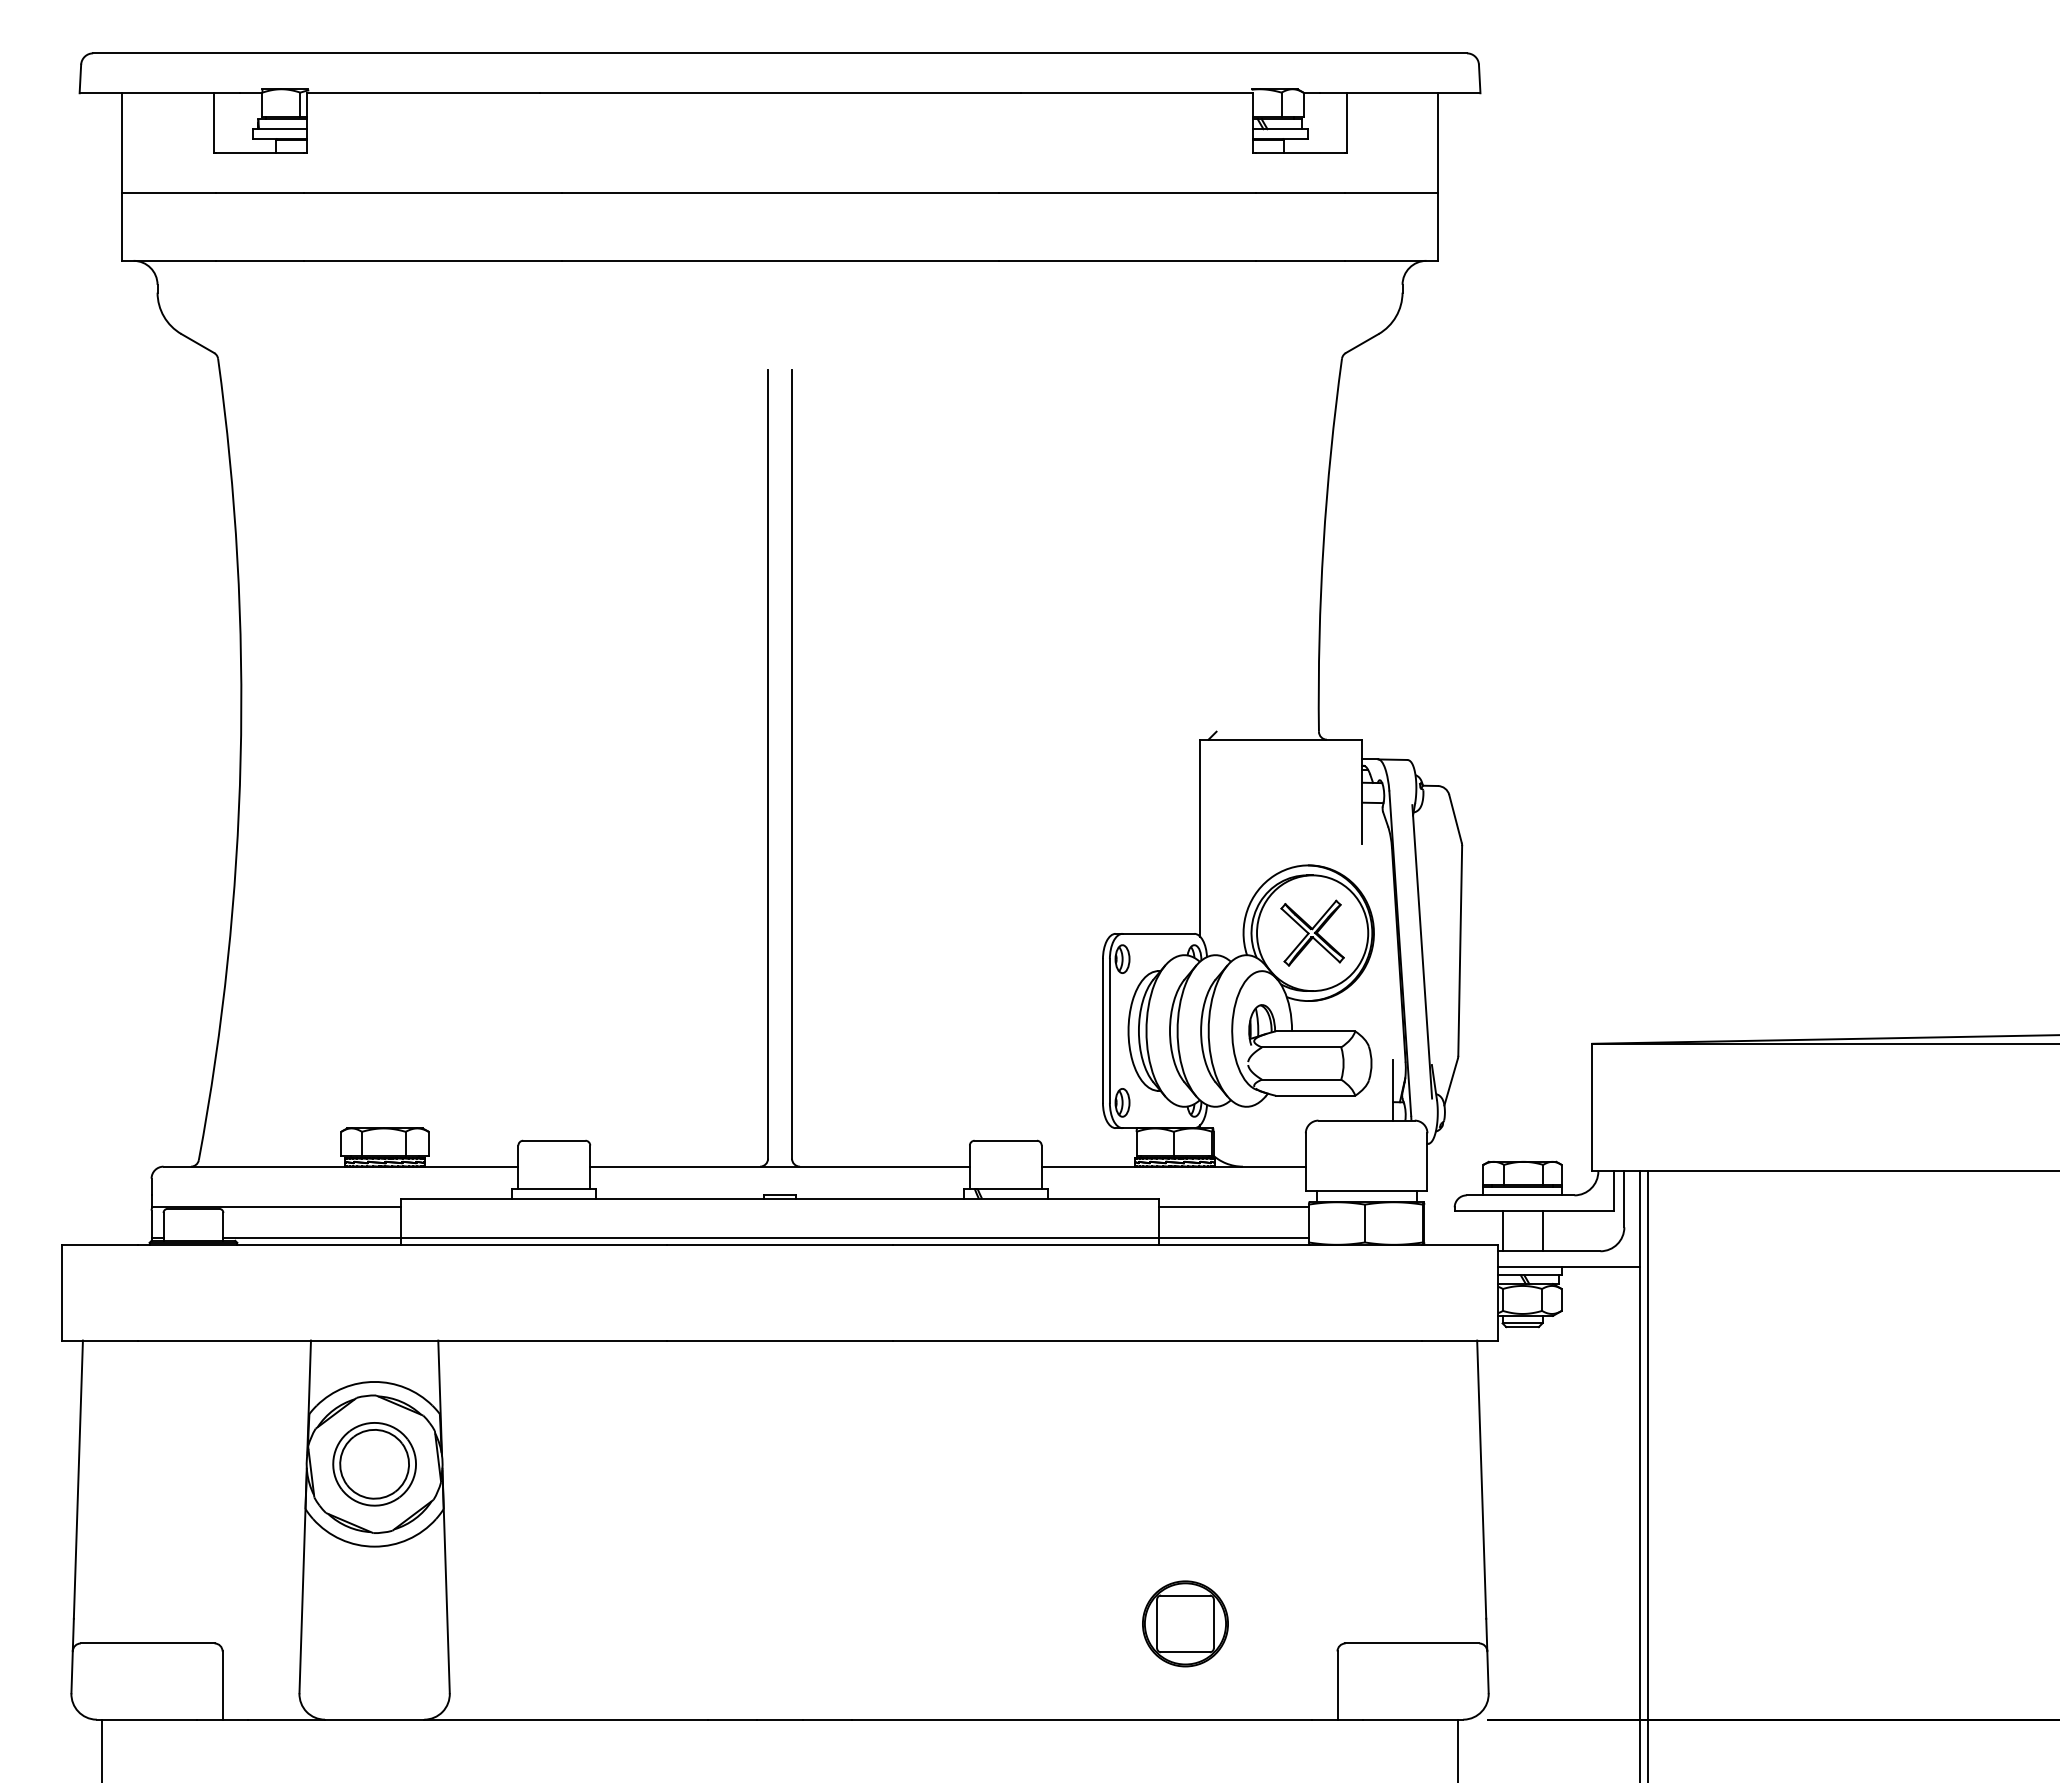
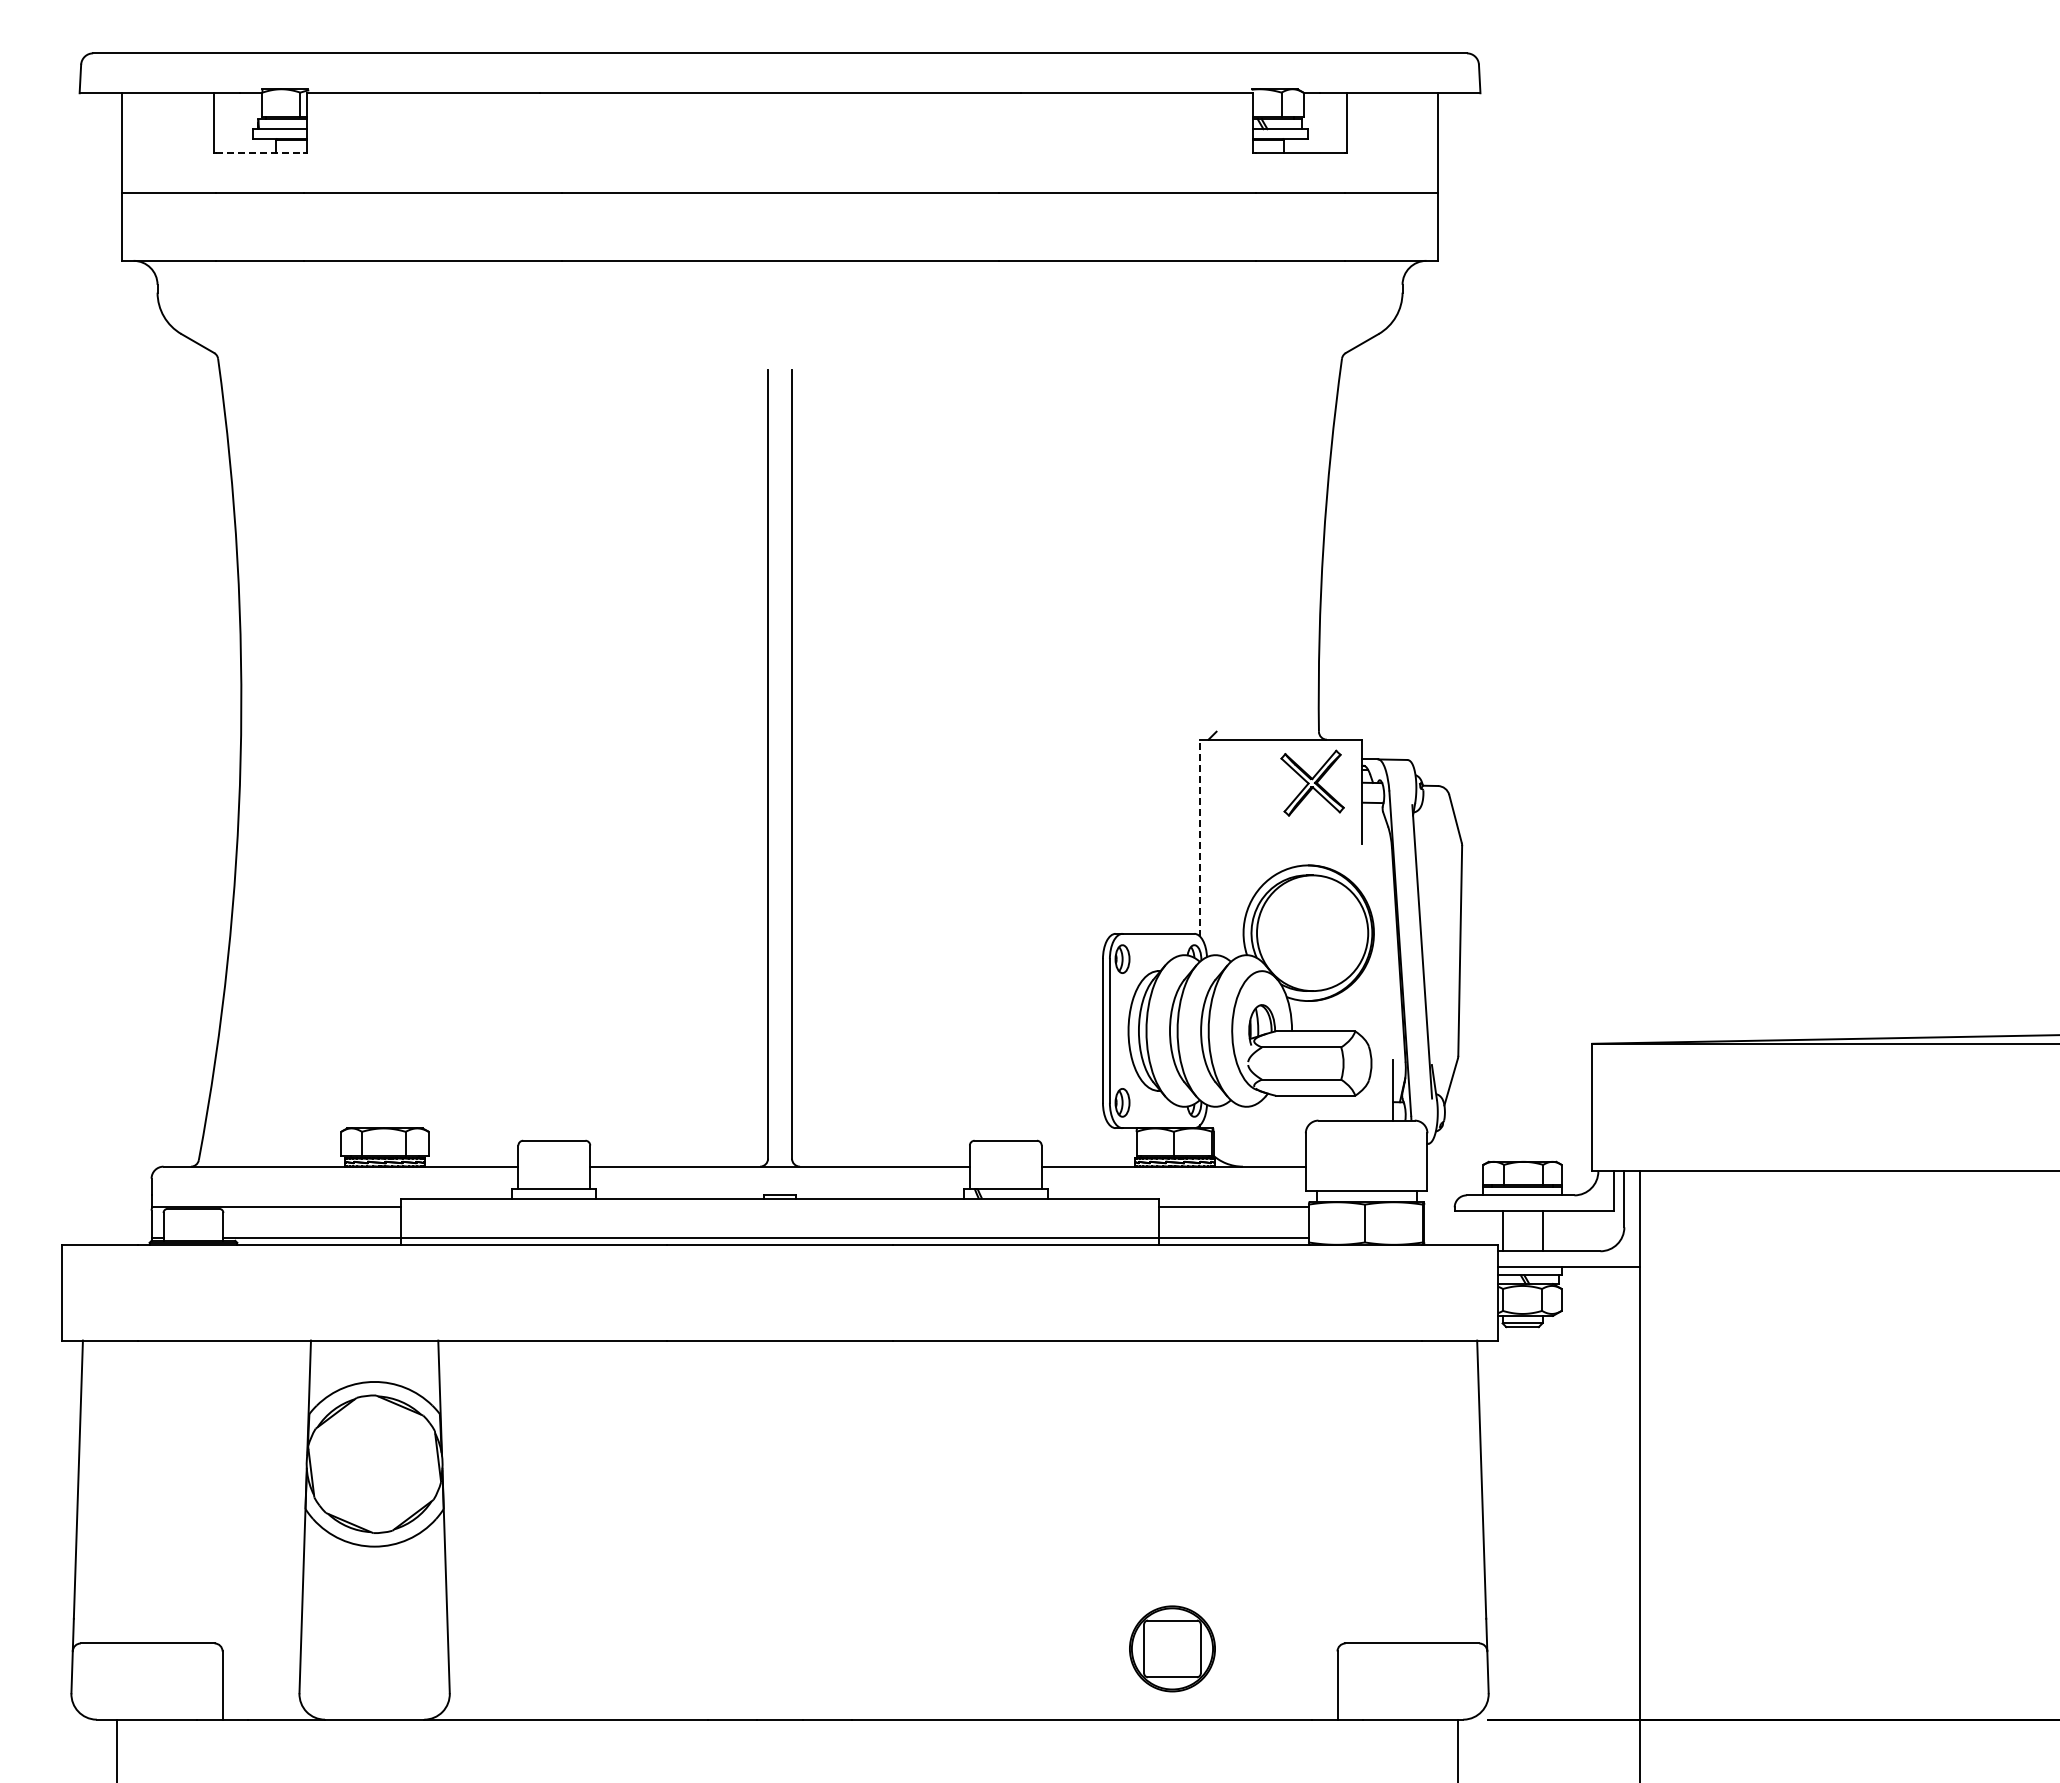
line at (260, 153): solid -> dashed
line at (1200, 837): solid -> dashed
part at (1312, 932) position: (1312, 932) -> (1312, 782)
part at (374, 1464): present -> none
line at (1648, 1475): present -> none
part at (1185, 1623) position: (1185, 1623) -> (1172, 1648)
line at (101, 1749) position: (101, 1749) -> (116, 1749)
